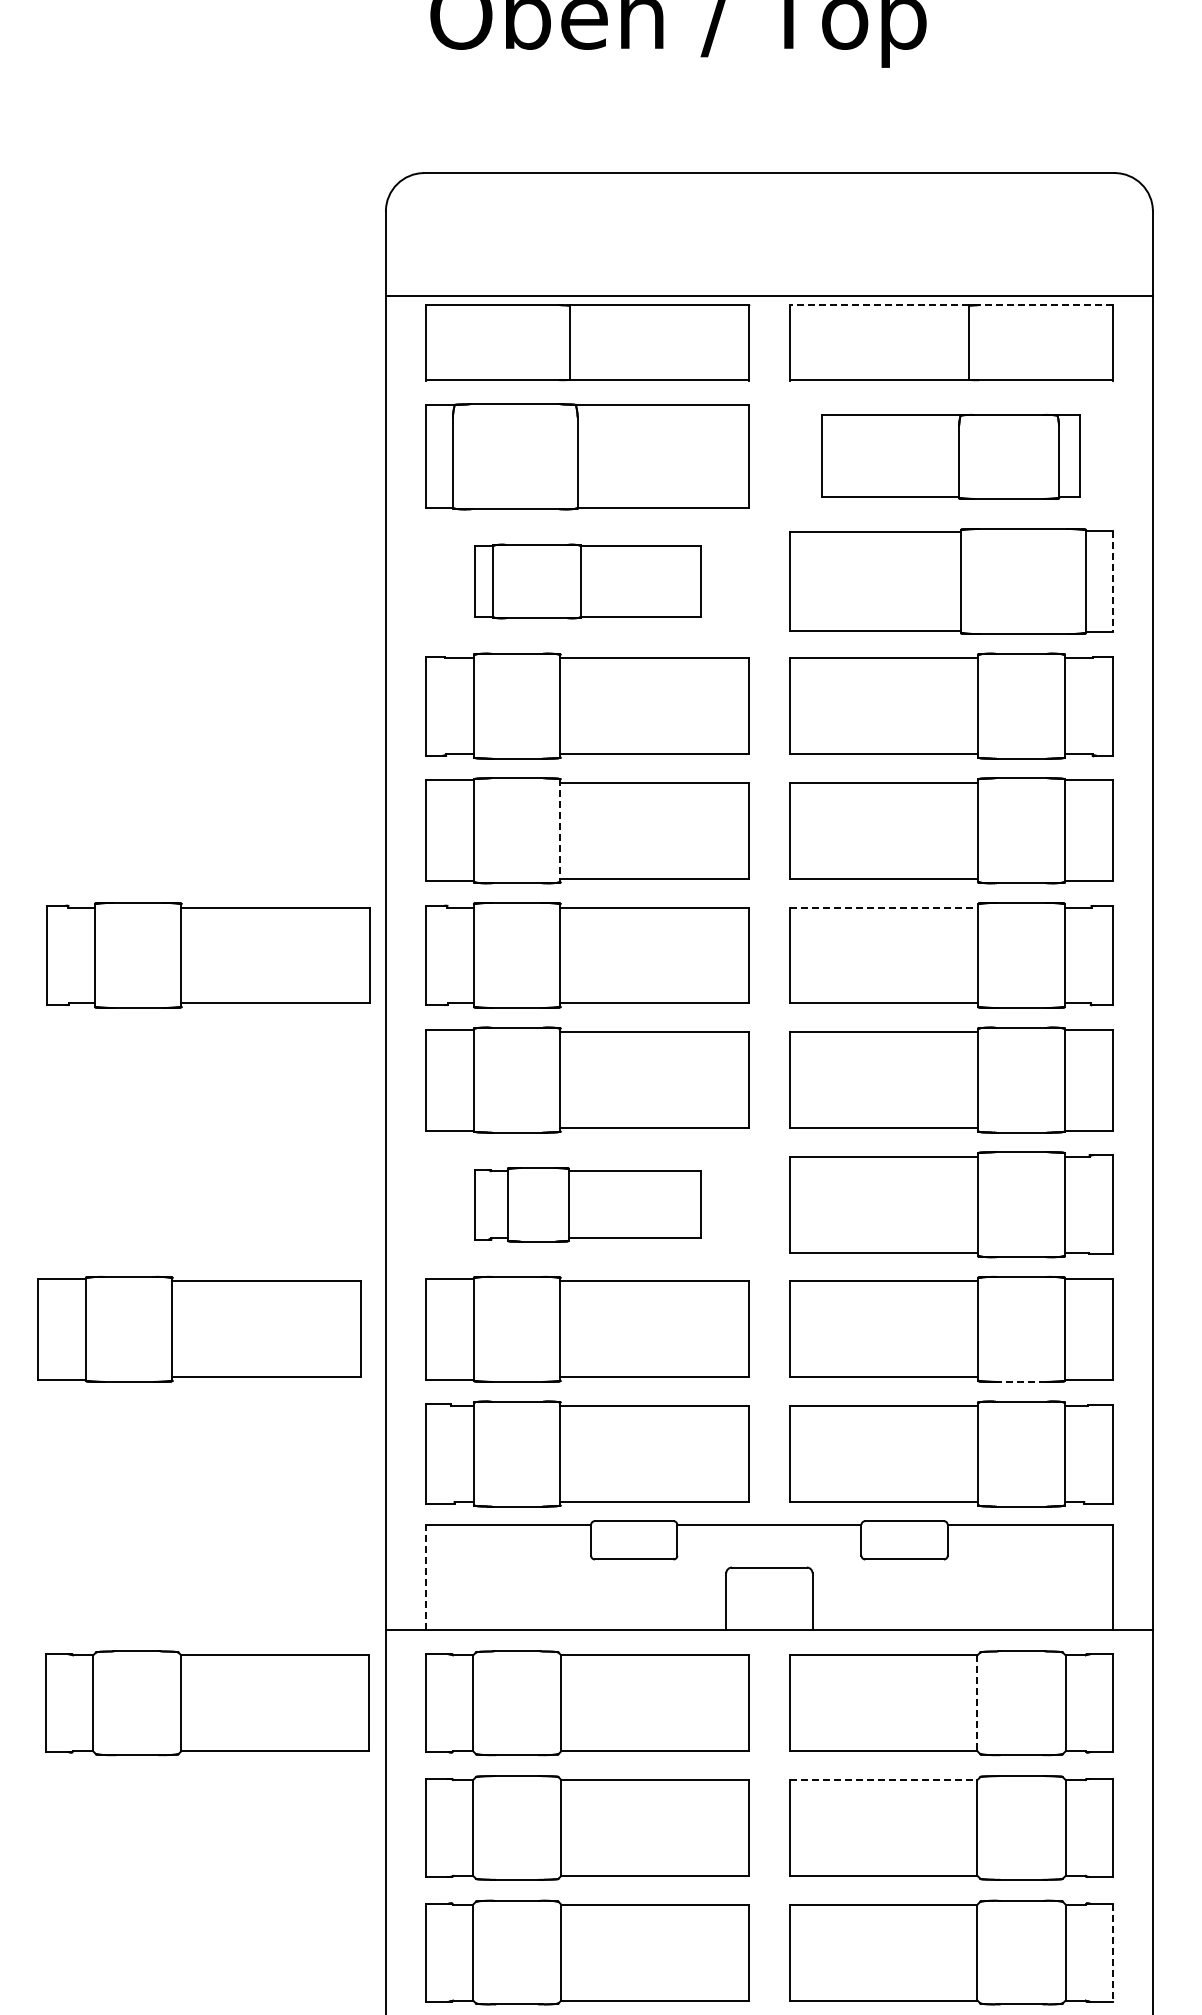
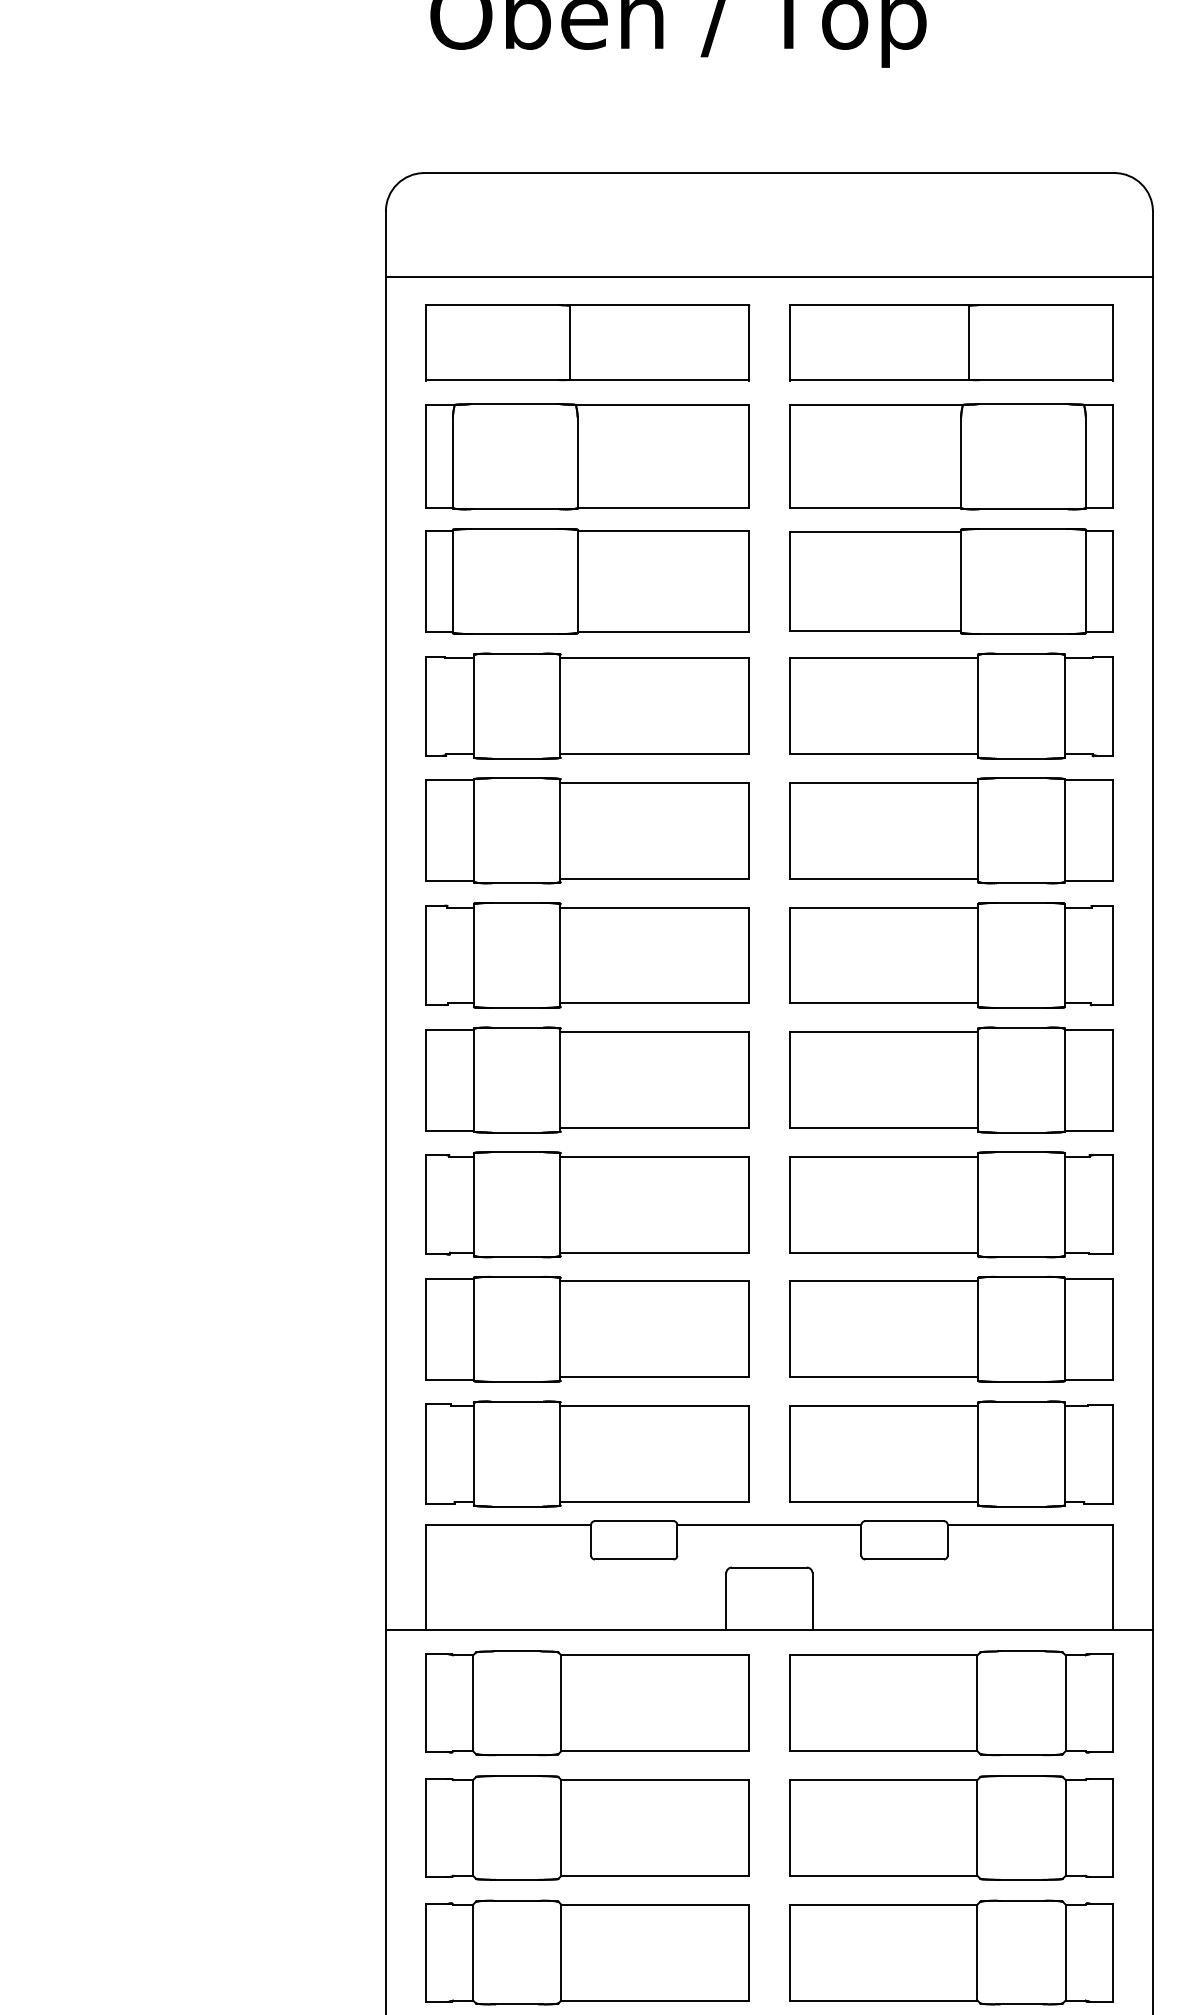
line at (768, 295) position: (768, 295) -> (768, 276)
line at (879, 305): dashed -> solid
line at (1046, 305): dashed -> solid
part at (950, 456) size: 260x86 px -> 325x108 px
part at (587, 581) size: 228x77 px -> 325x107 px
line at (1112, 581): dashed -> solid
line at (560, 830): dashed -> solid
line at (884, 907): dashed -> solid
part at (208, 955): present -> none
part at (587, 1204) size: 228x76 px -> 325x108 px
part at (199, 1328): present -> none
line at (1021, 1381): dashed -> solid
line at (426, 1577): dashed -> solid
part at (207, 1703): present -> none
line at (977, 1703): dashed -> solid
line at (883, 1780): dashed -> solid
line at (1112, 1952): dashed -> solid
